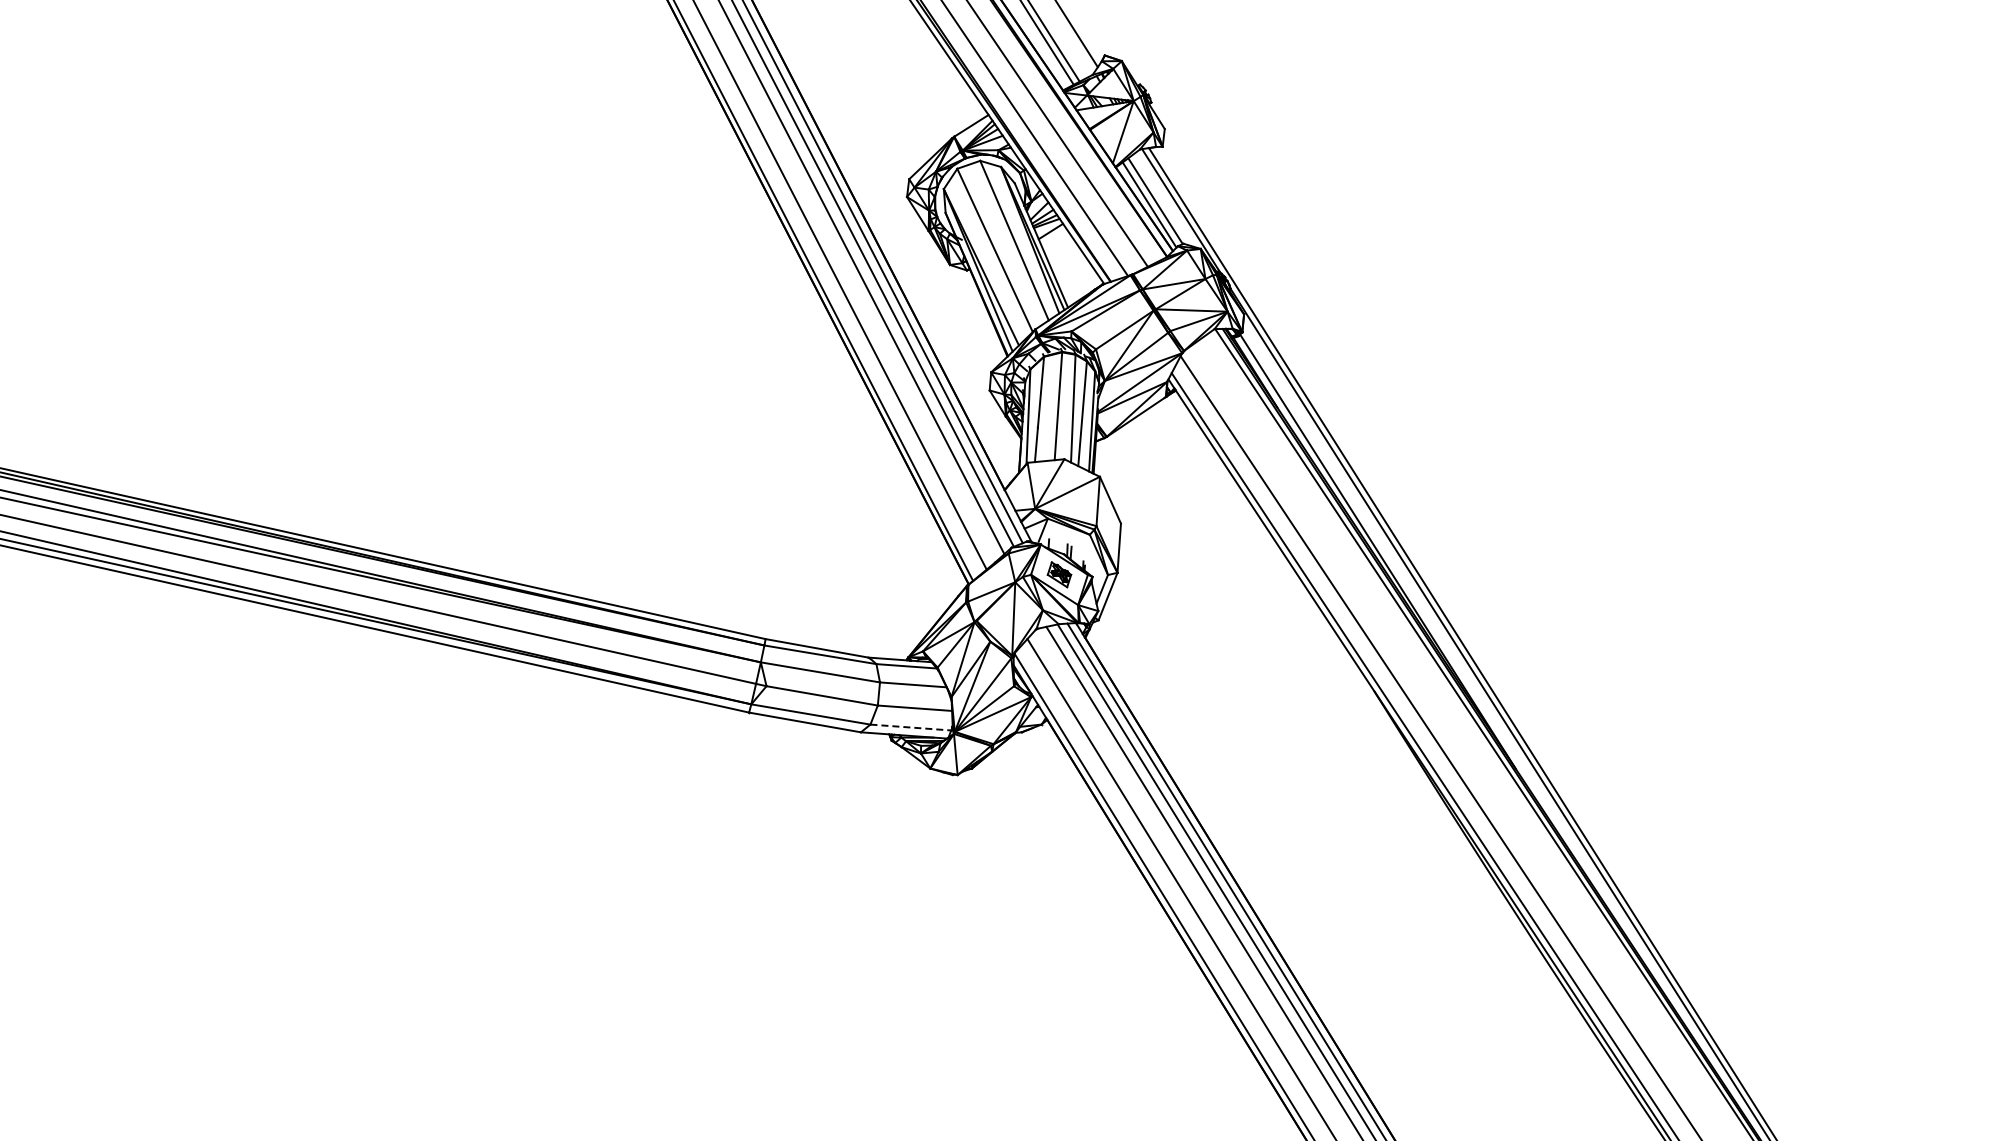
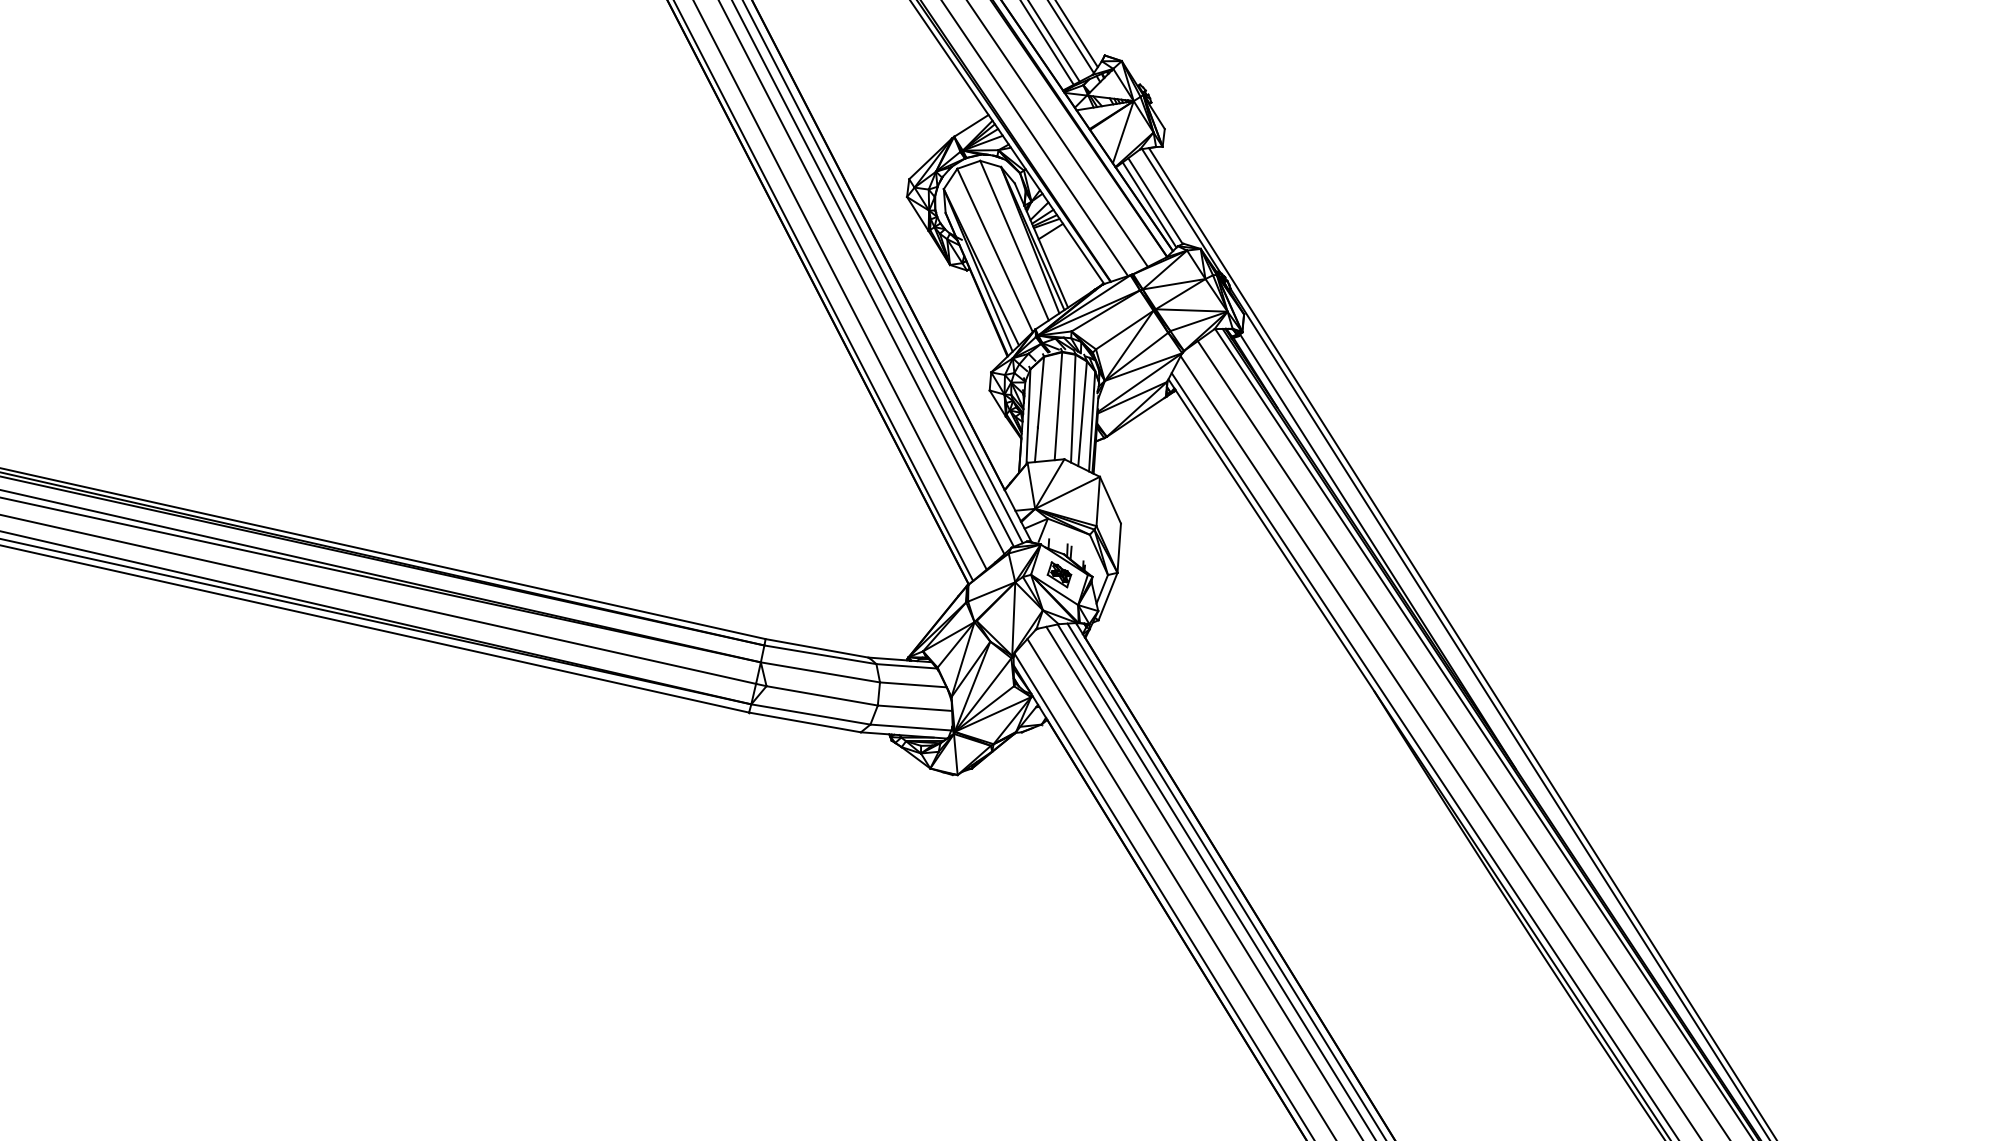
line at (1070, 37): none -> present
line at (910, 727): dashed -> solid
line at (1462, 739): none -> present
